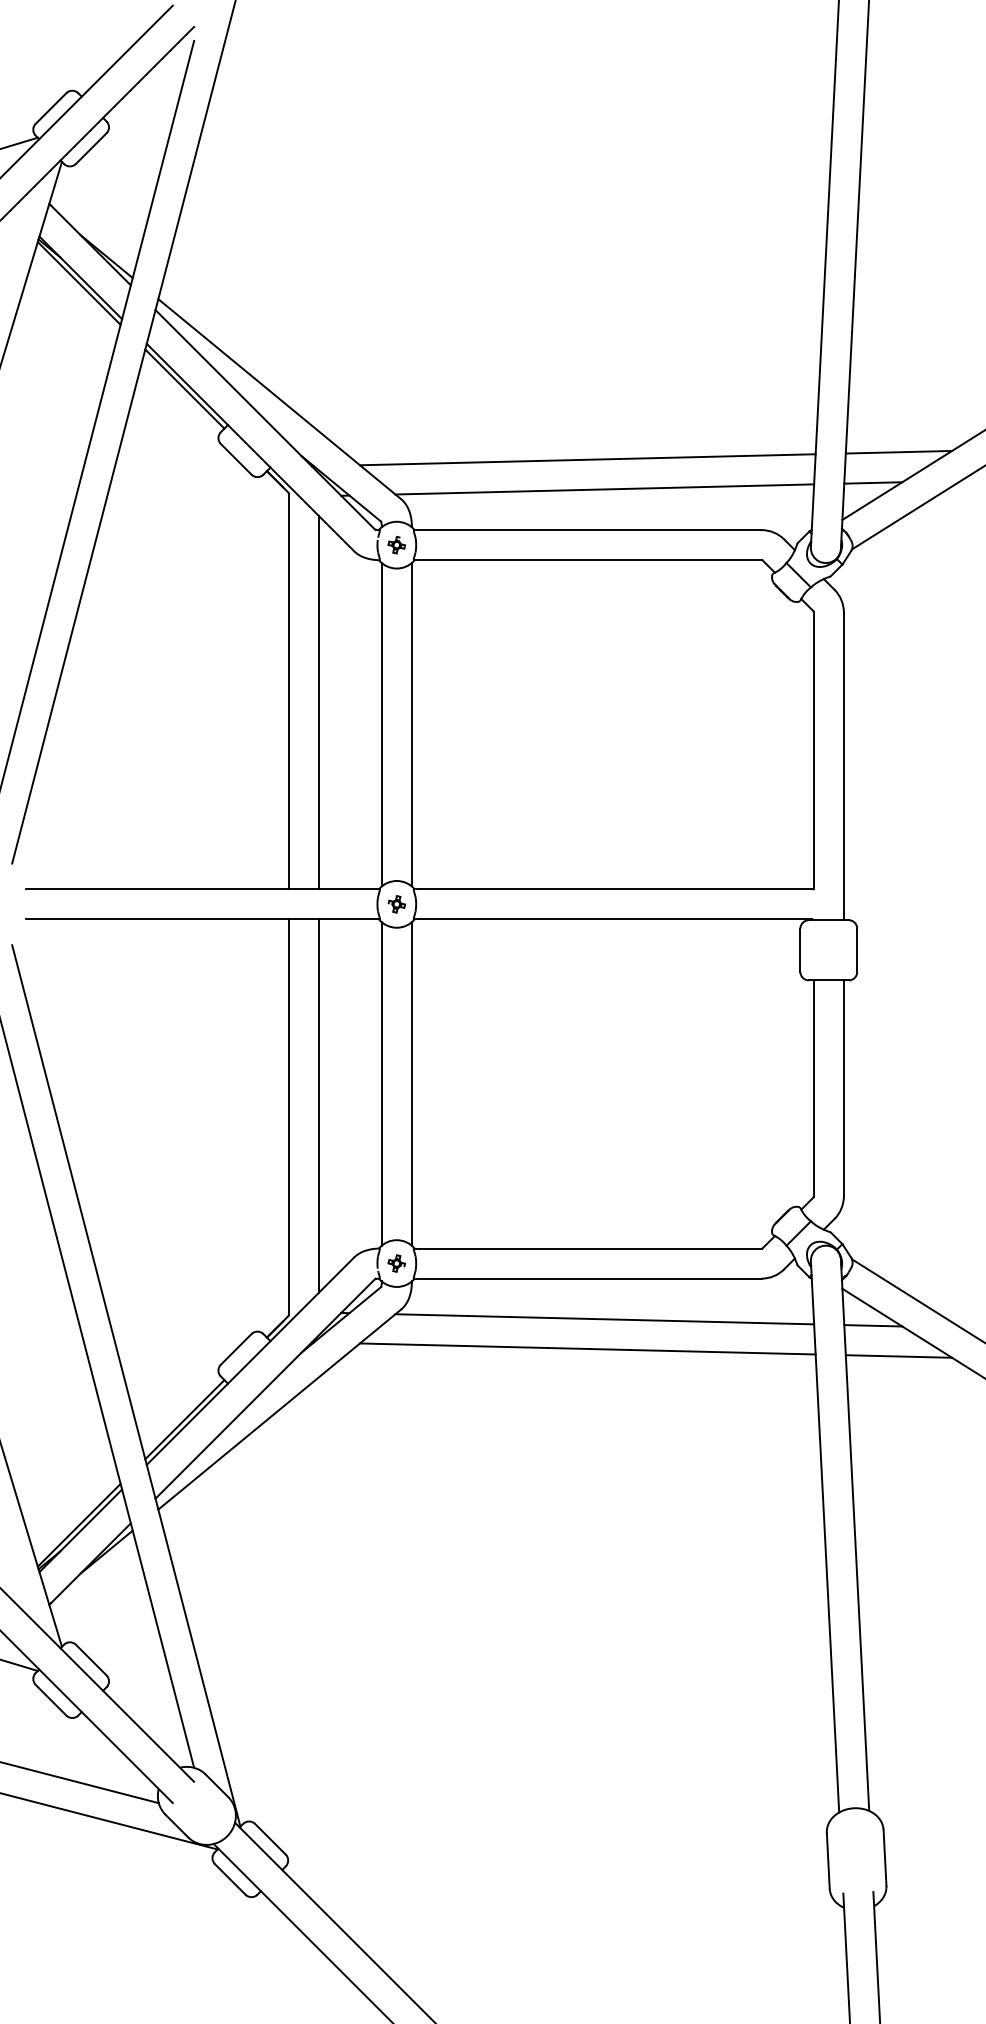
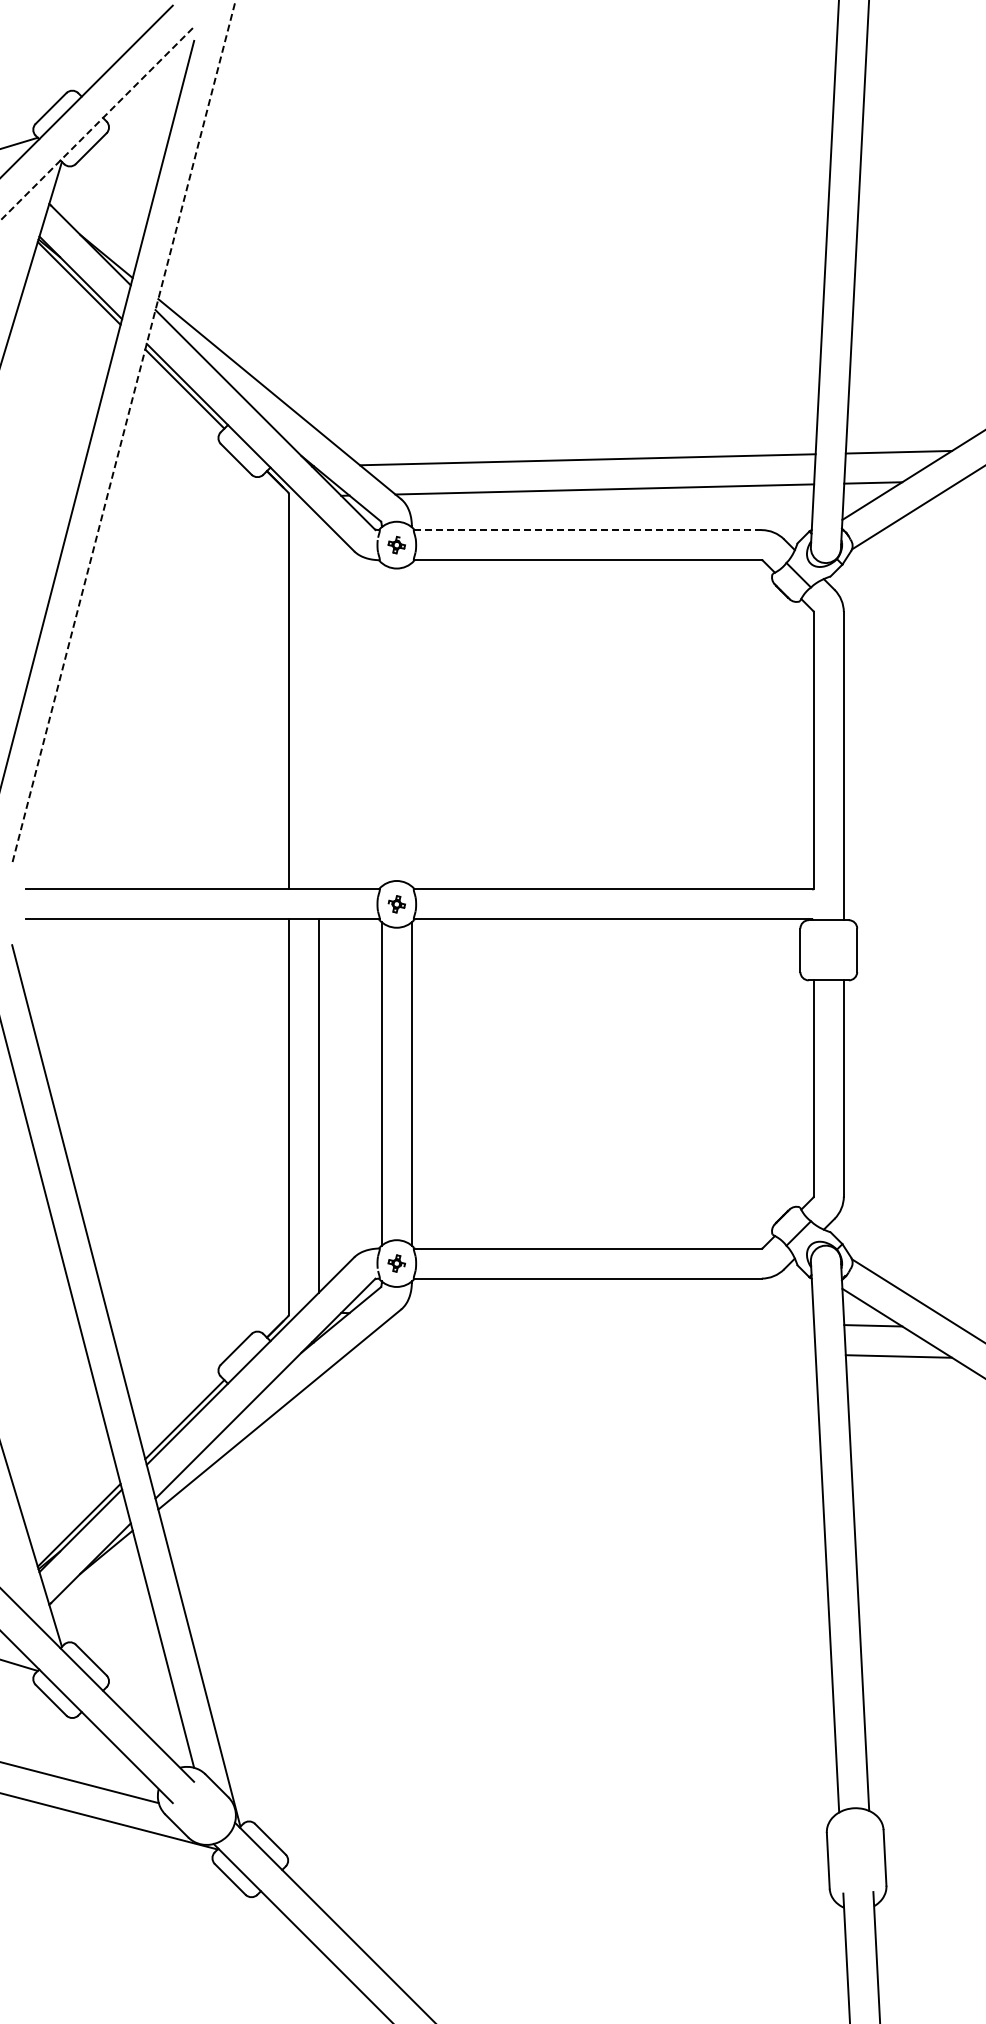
line at (97, 123): solid -> dashed
line at (123, 432): solid -> dashed
line at (587, 530): solid -> dashed
line at (318, 702): present -> none
line at (381, 724): present -> none
line at (411, 724): present -> none
line at (604, 1319): present -> none
line at (587, 1348): present -> none
